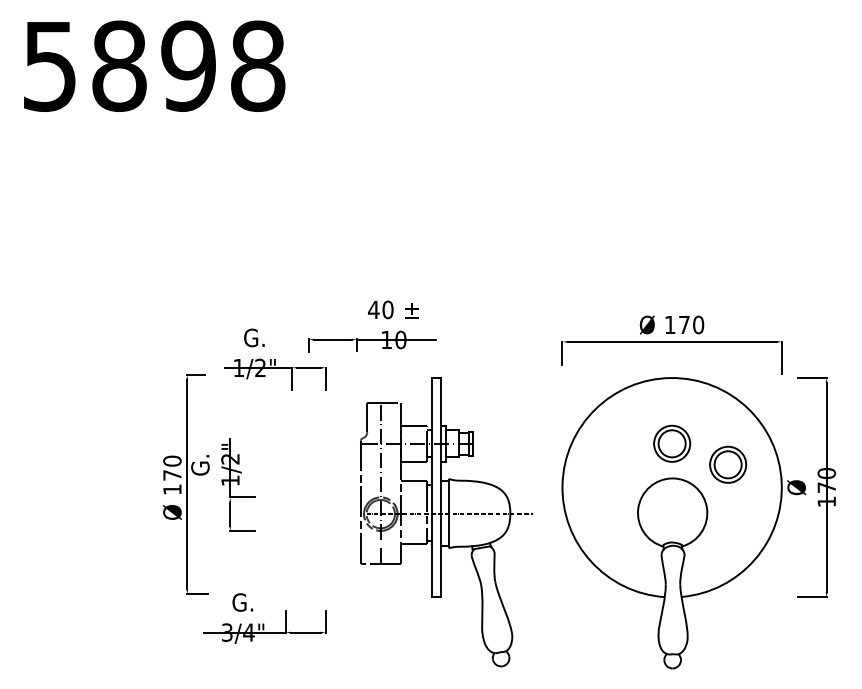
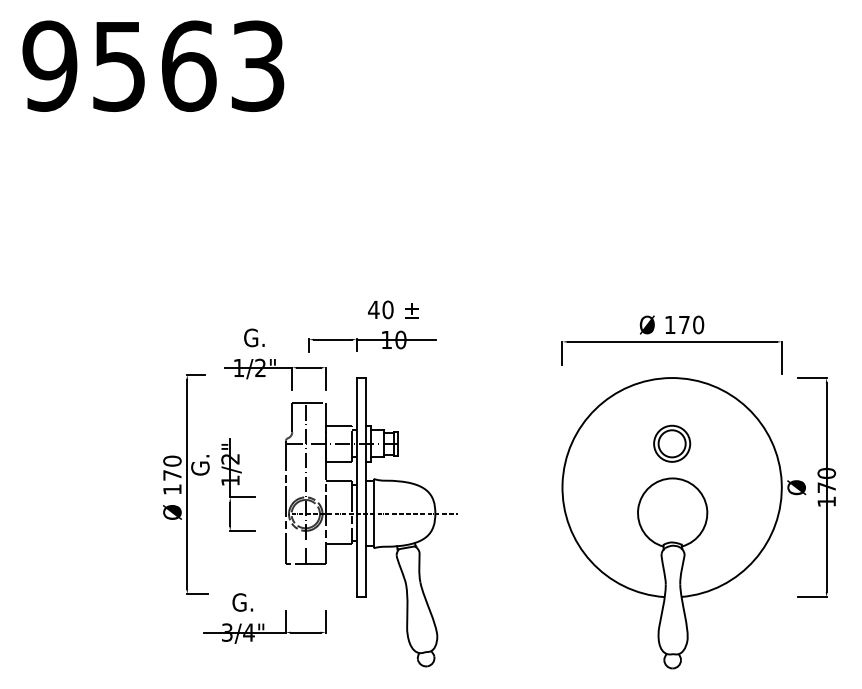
text at (153, 65): 5898 -> 9563
part at (728, 464): present -> none
part at (446, 522) position: (446, 522) -> (371, 522)
